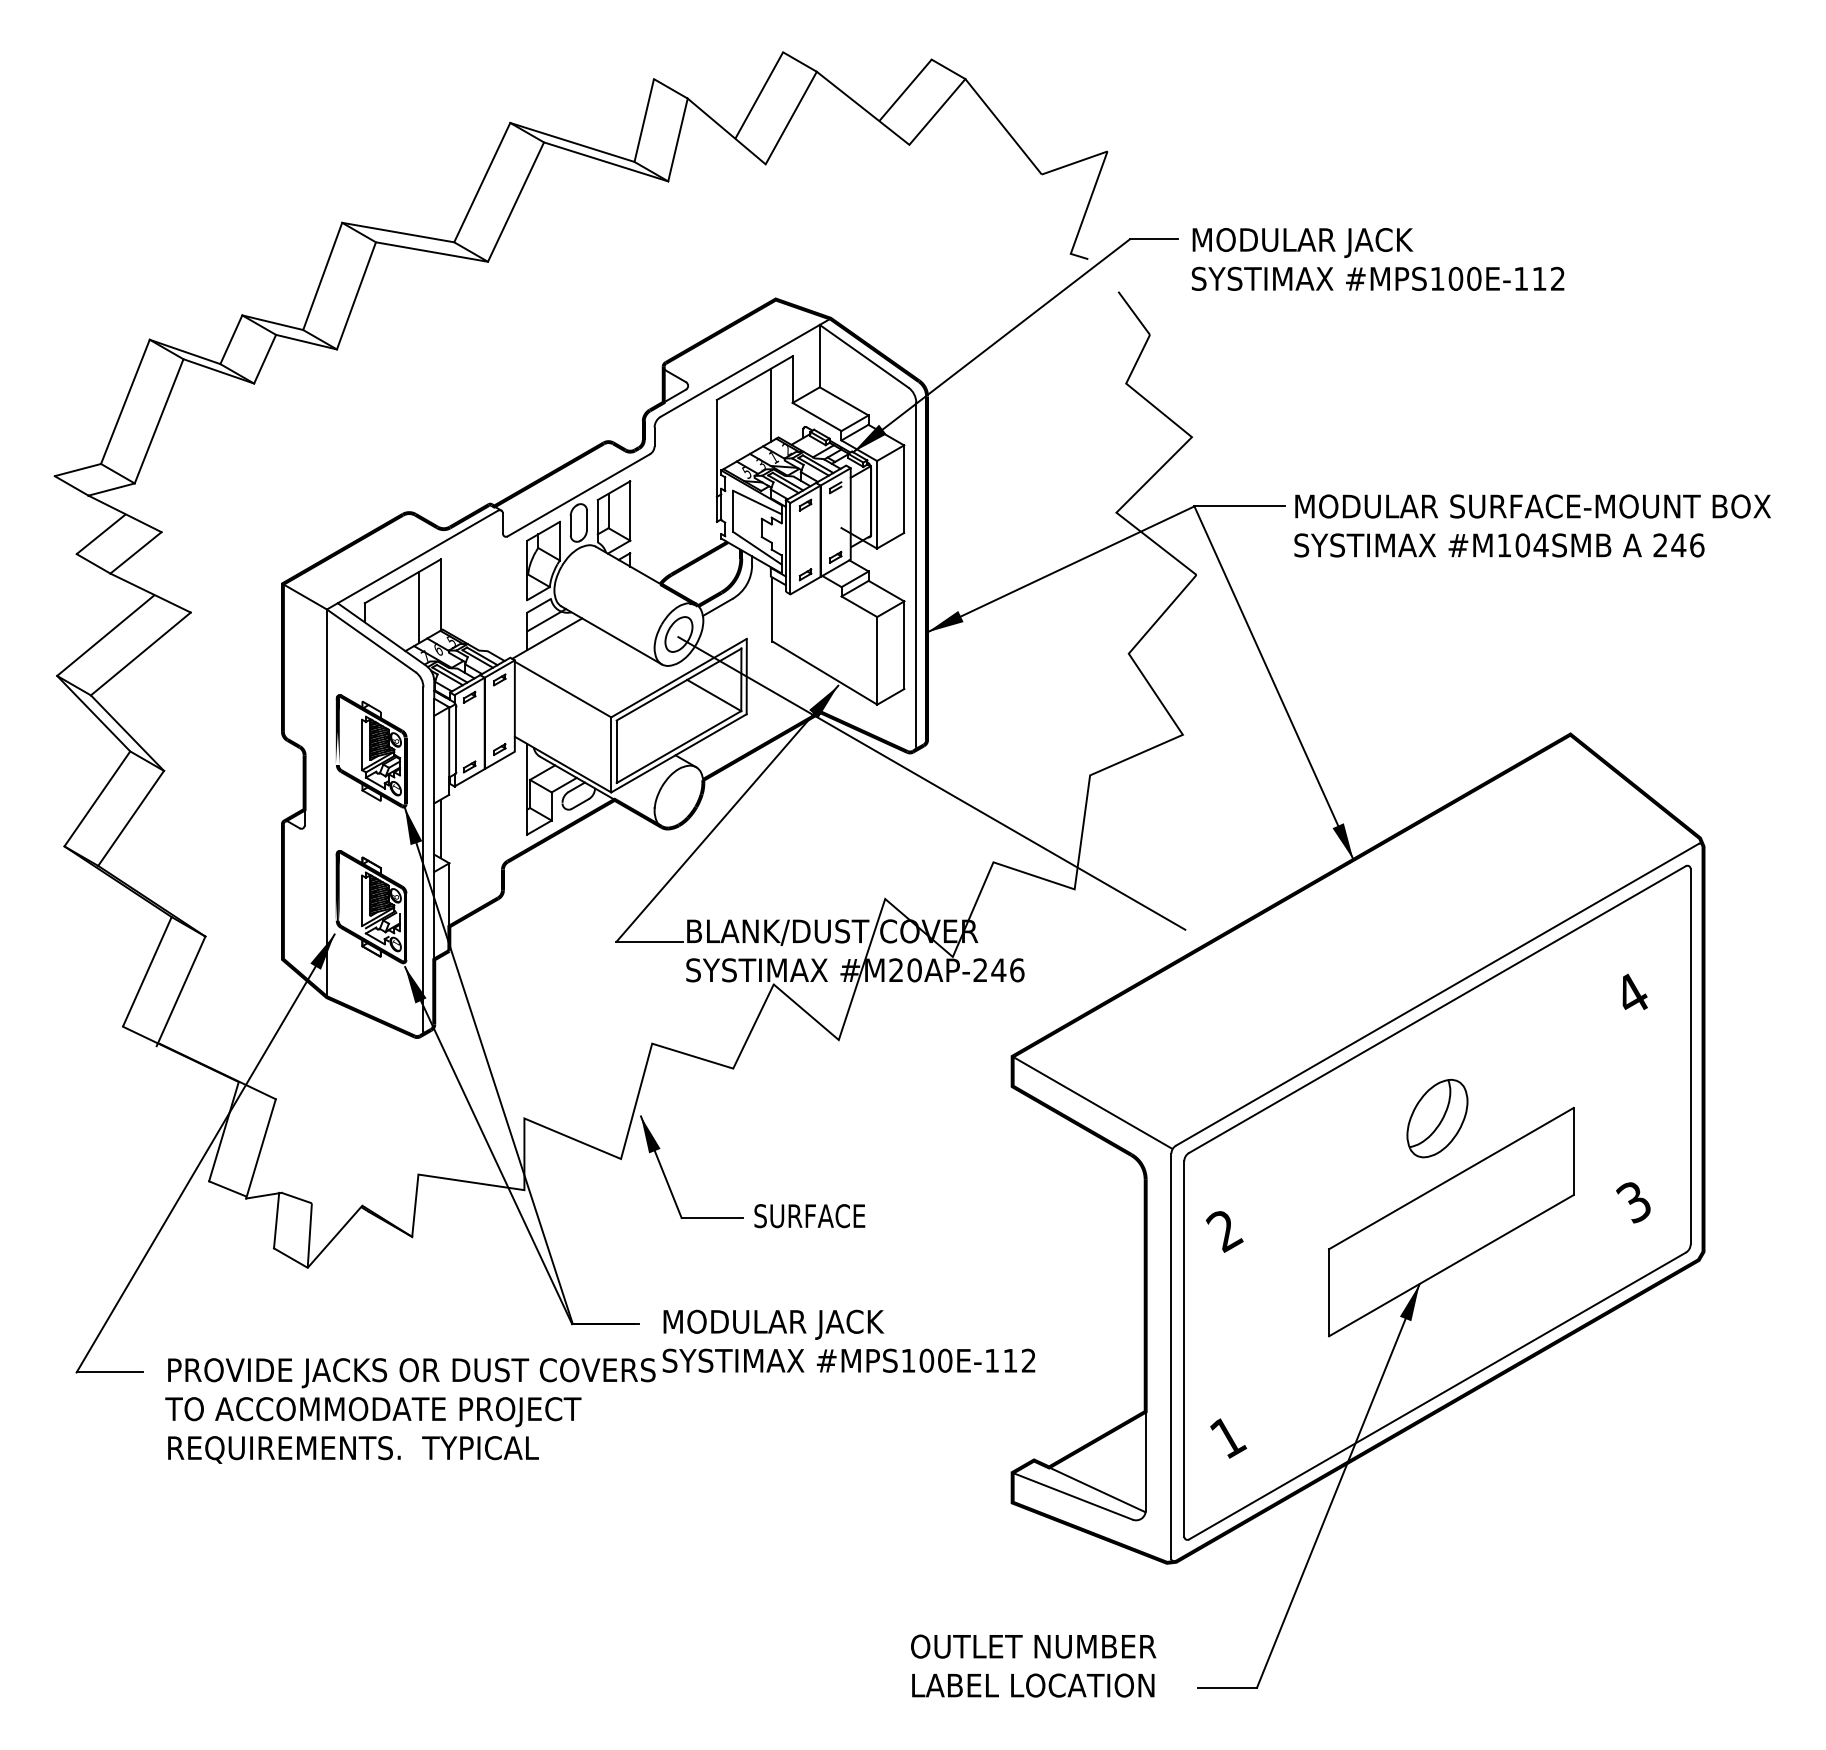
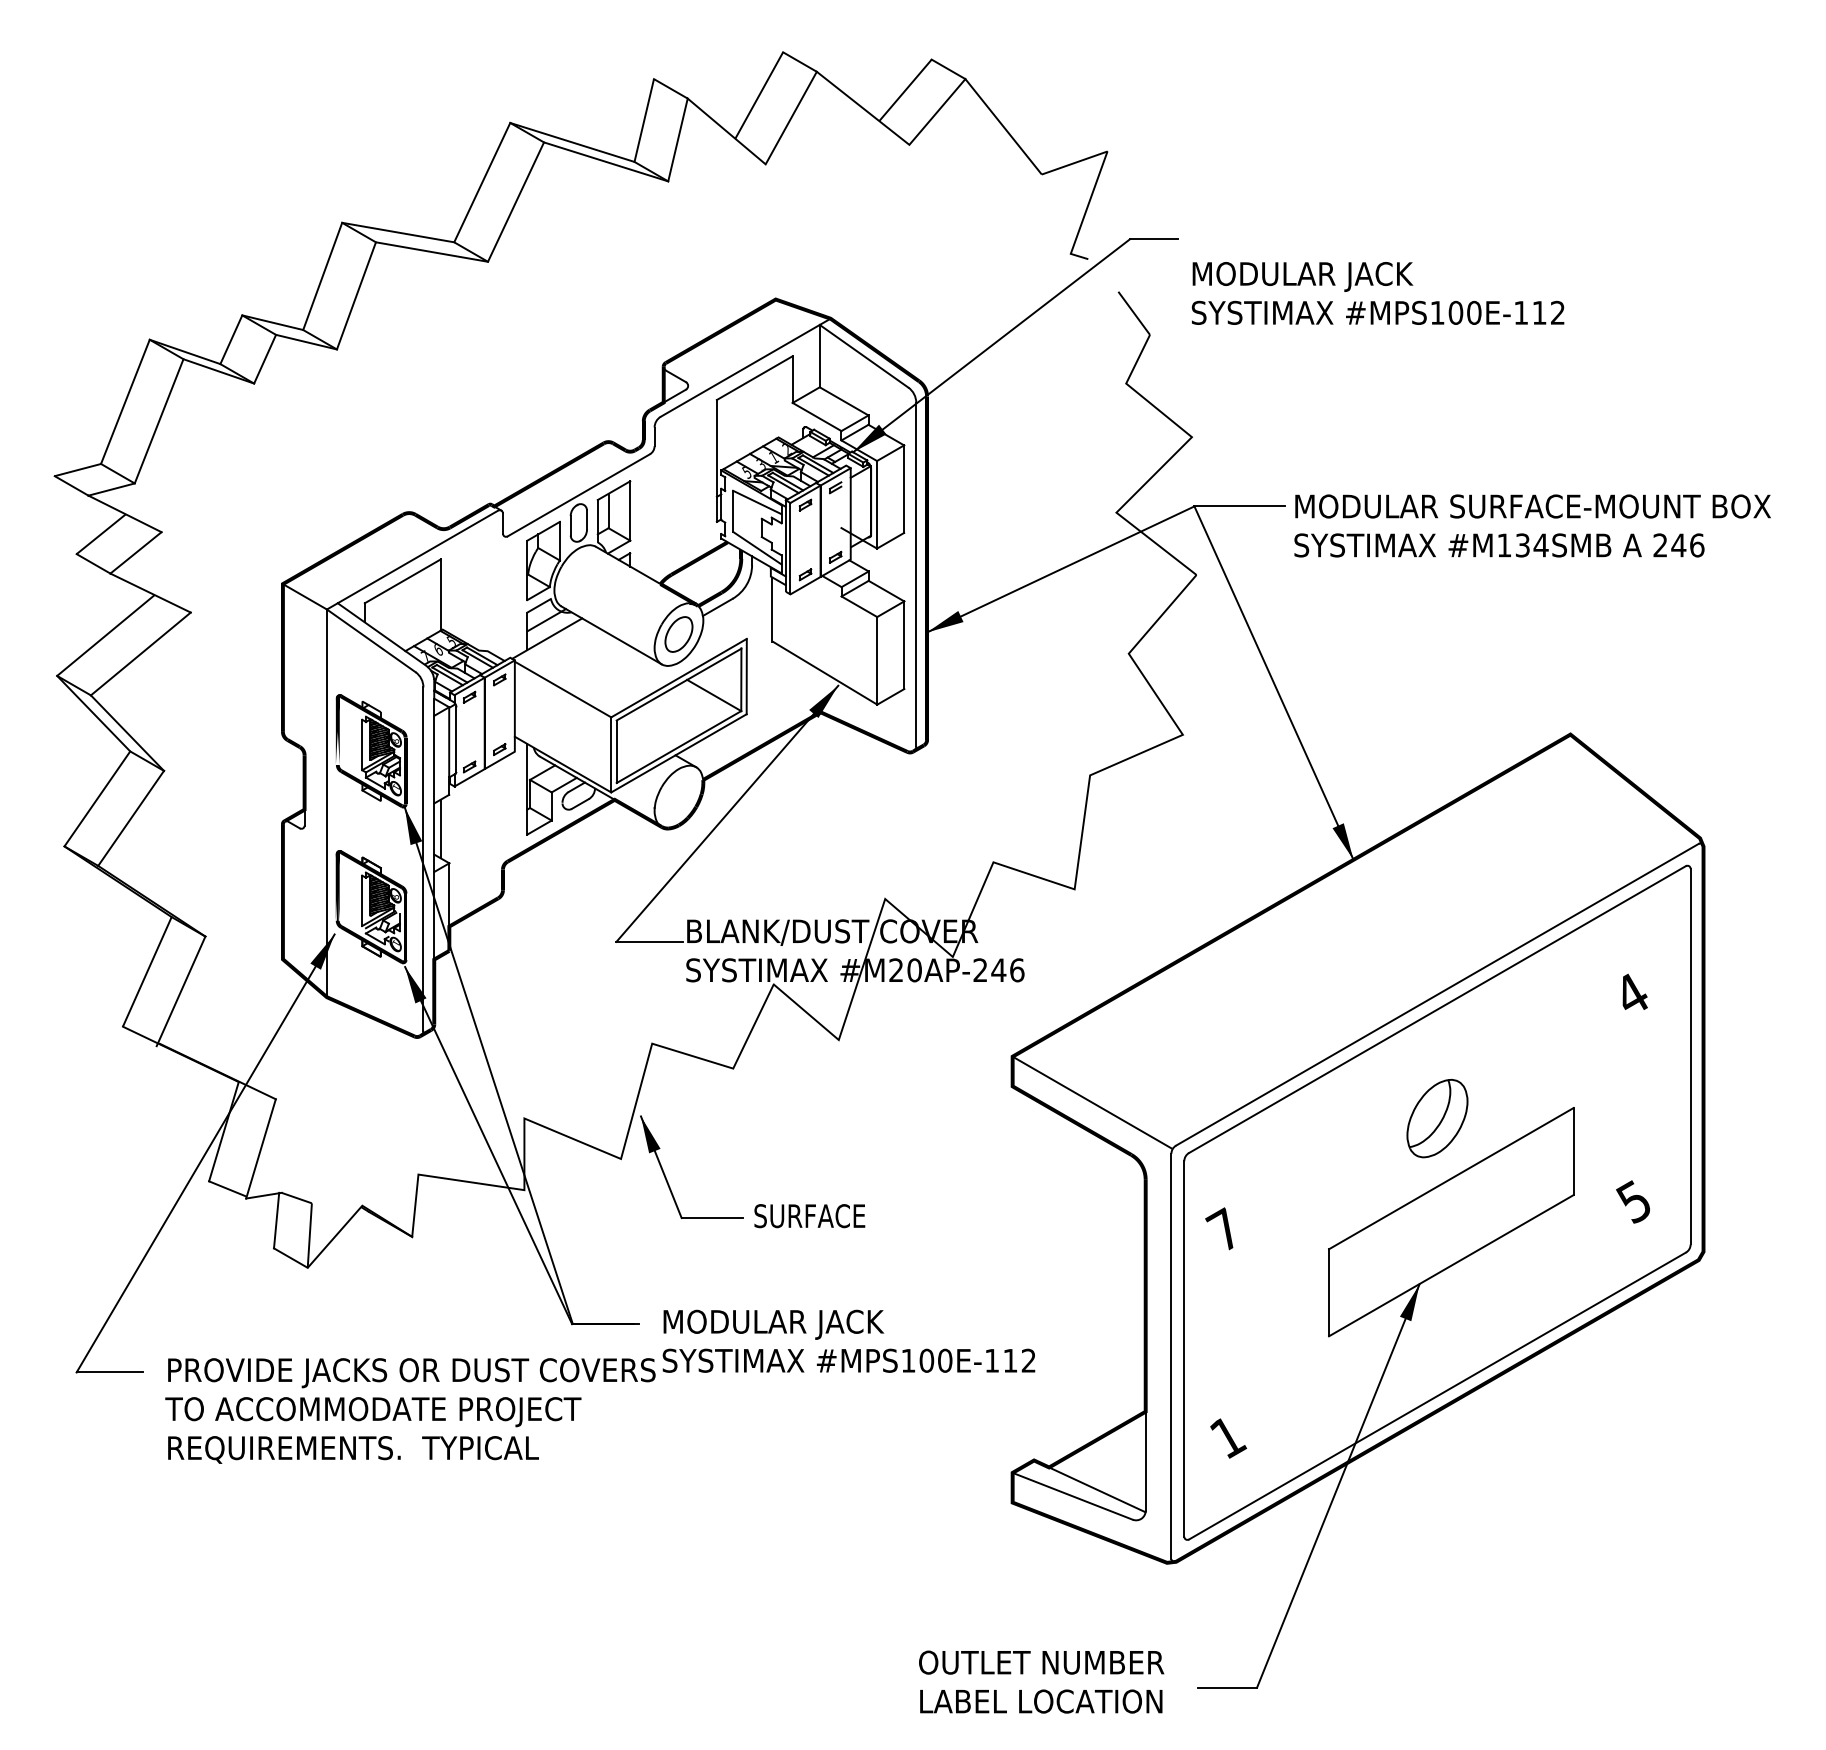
text at (1377, 259) position: (1377, 259) -> (1377, 293)
line at (771, 404): present -> none
text at (1522, 545): #M104SMB -> #M134SMB
line at (419, 607): present -> none
line at (931, 783): present -> none
text at (1633, 1201): 3 -> 5
text at (1224, 1229): 2 -> 7
text at (1033, 1665) position: (1033, 1665) -> (1041, 1681)
